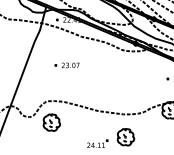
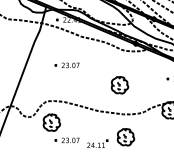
part at (119, 85): none -> present
part at (66, 140): none -> present
